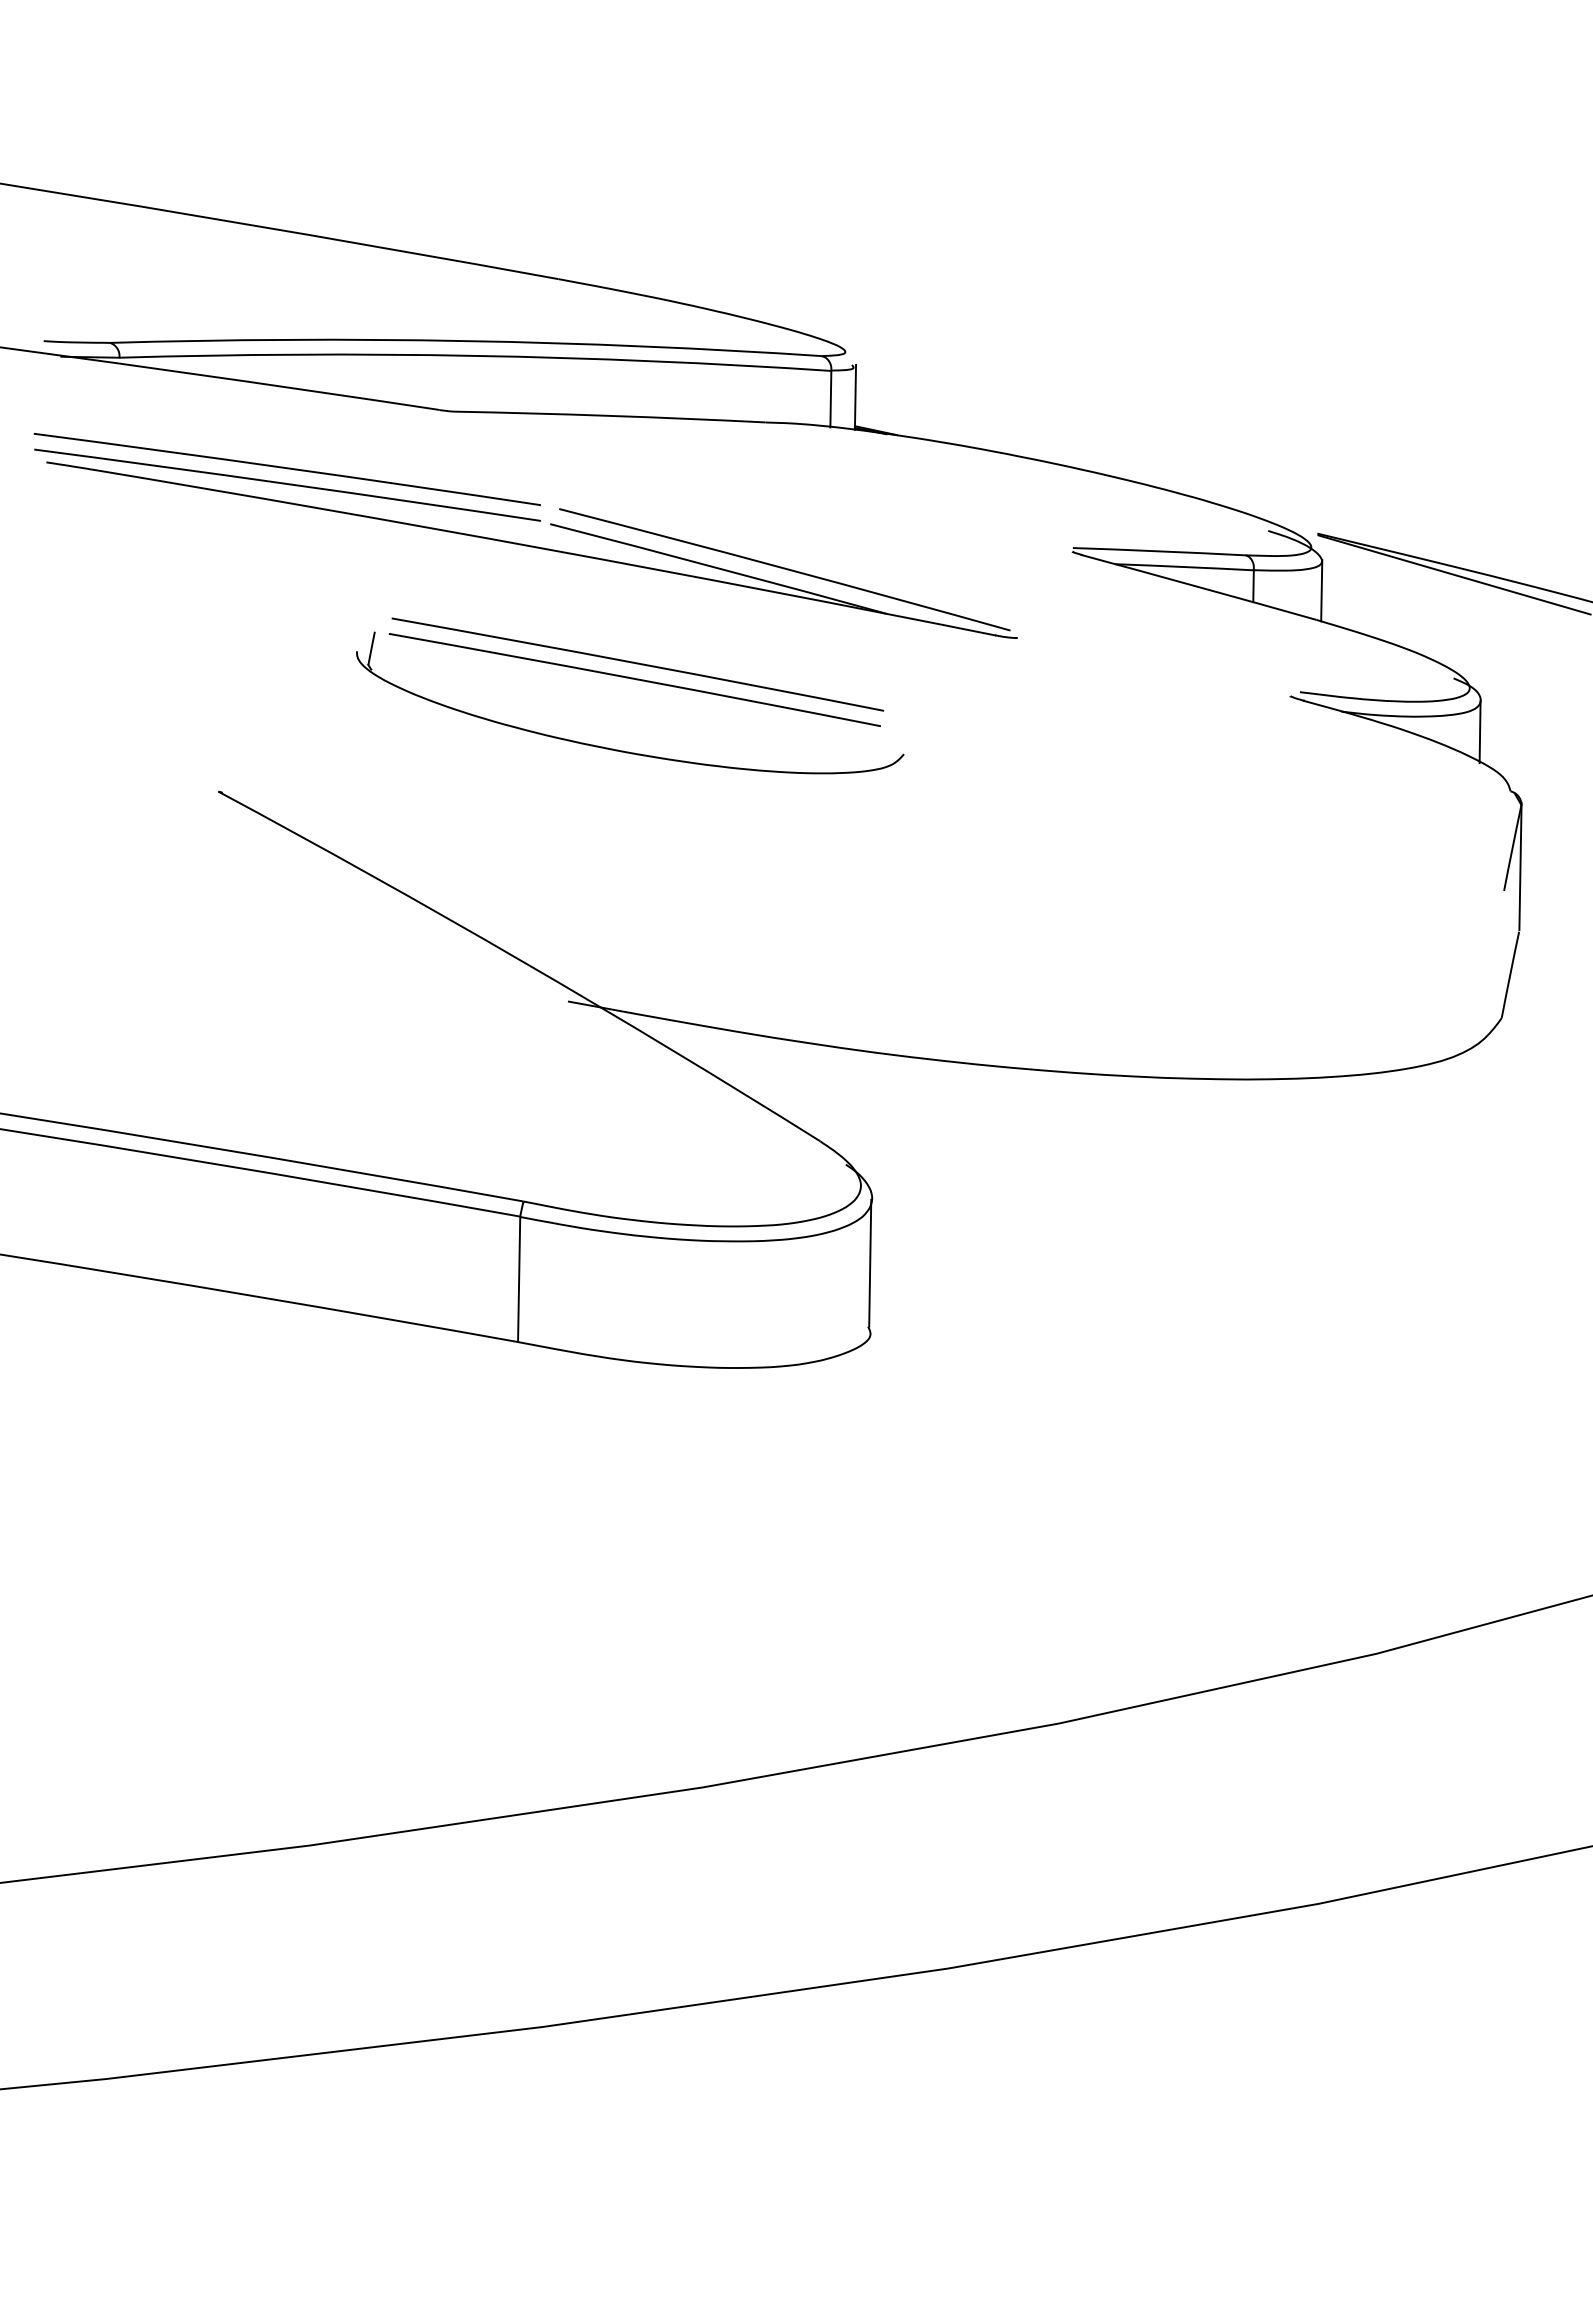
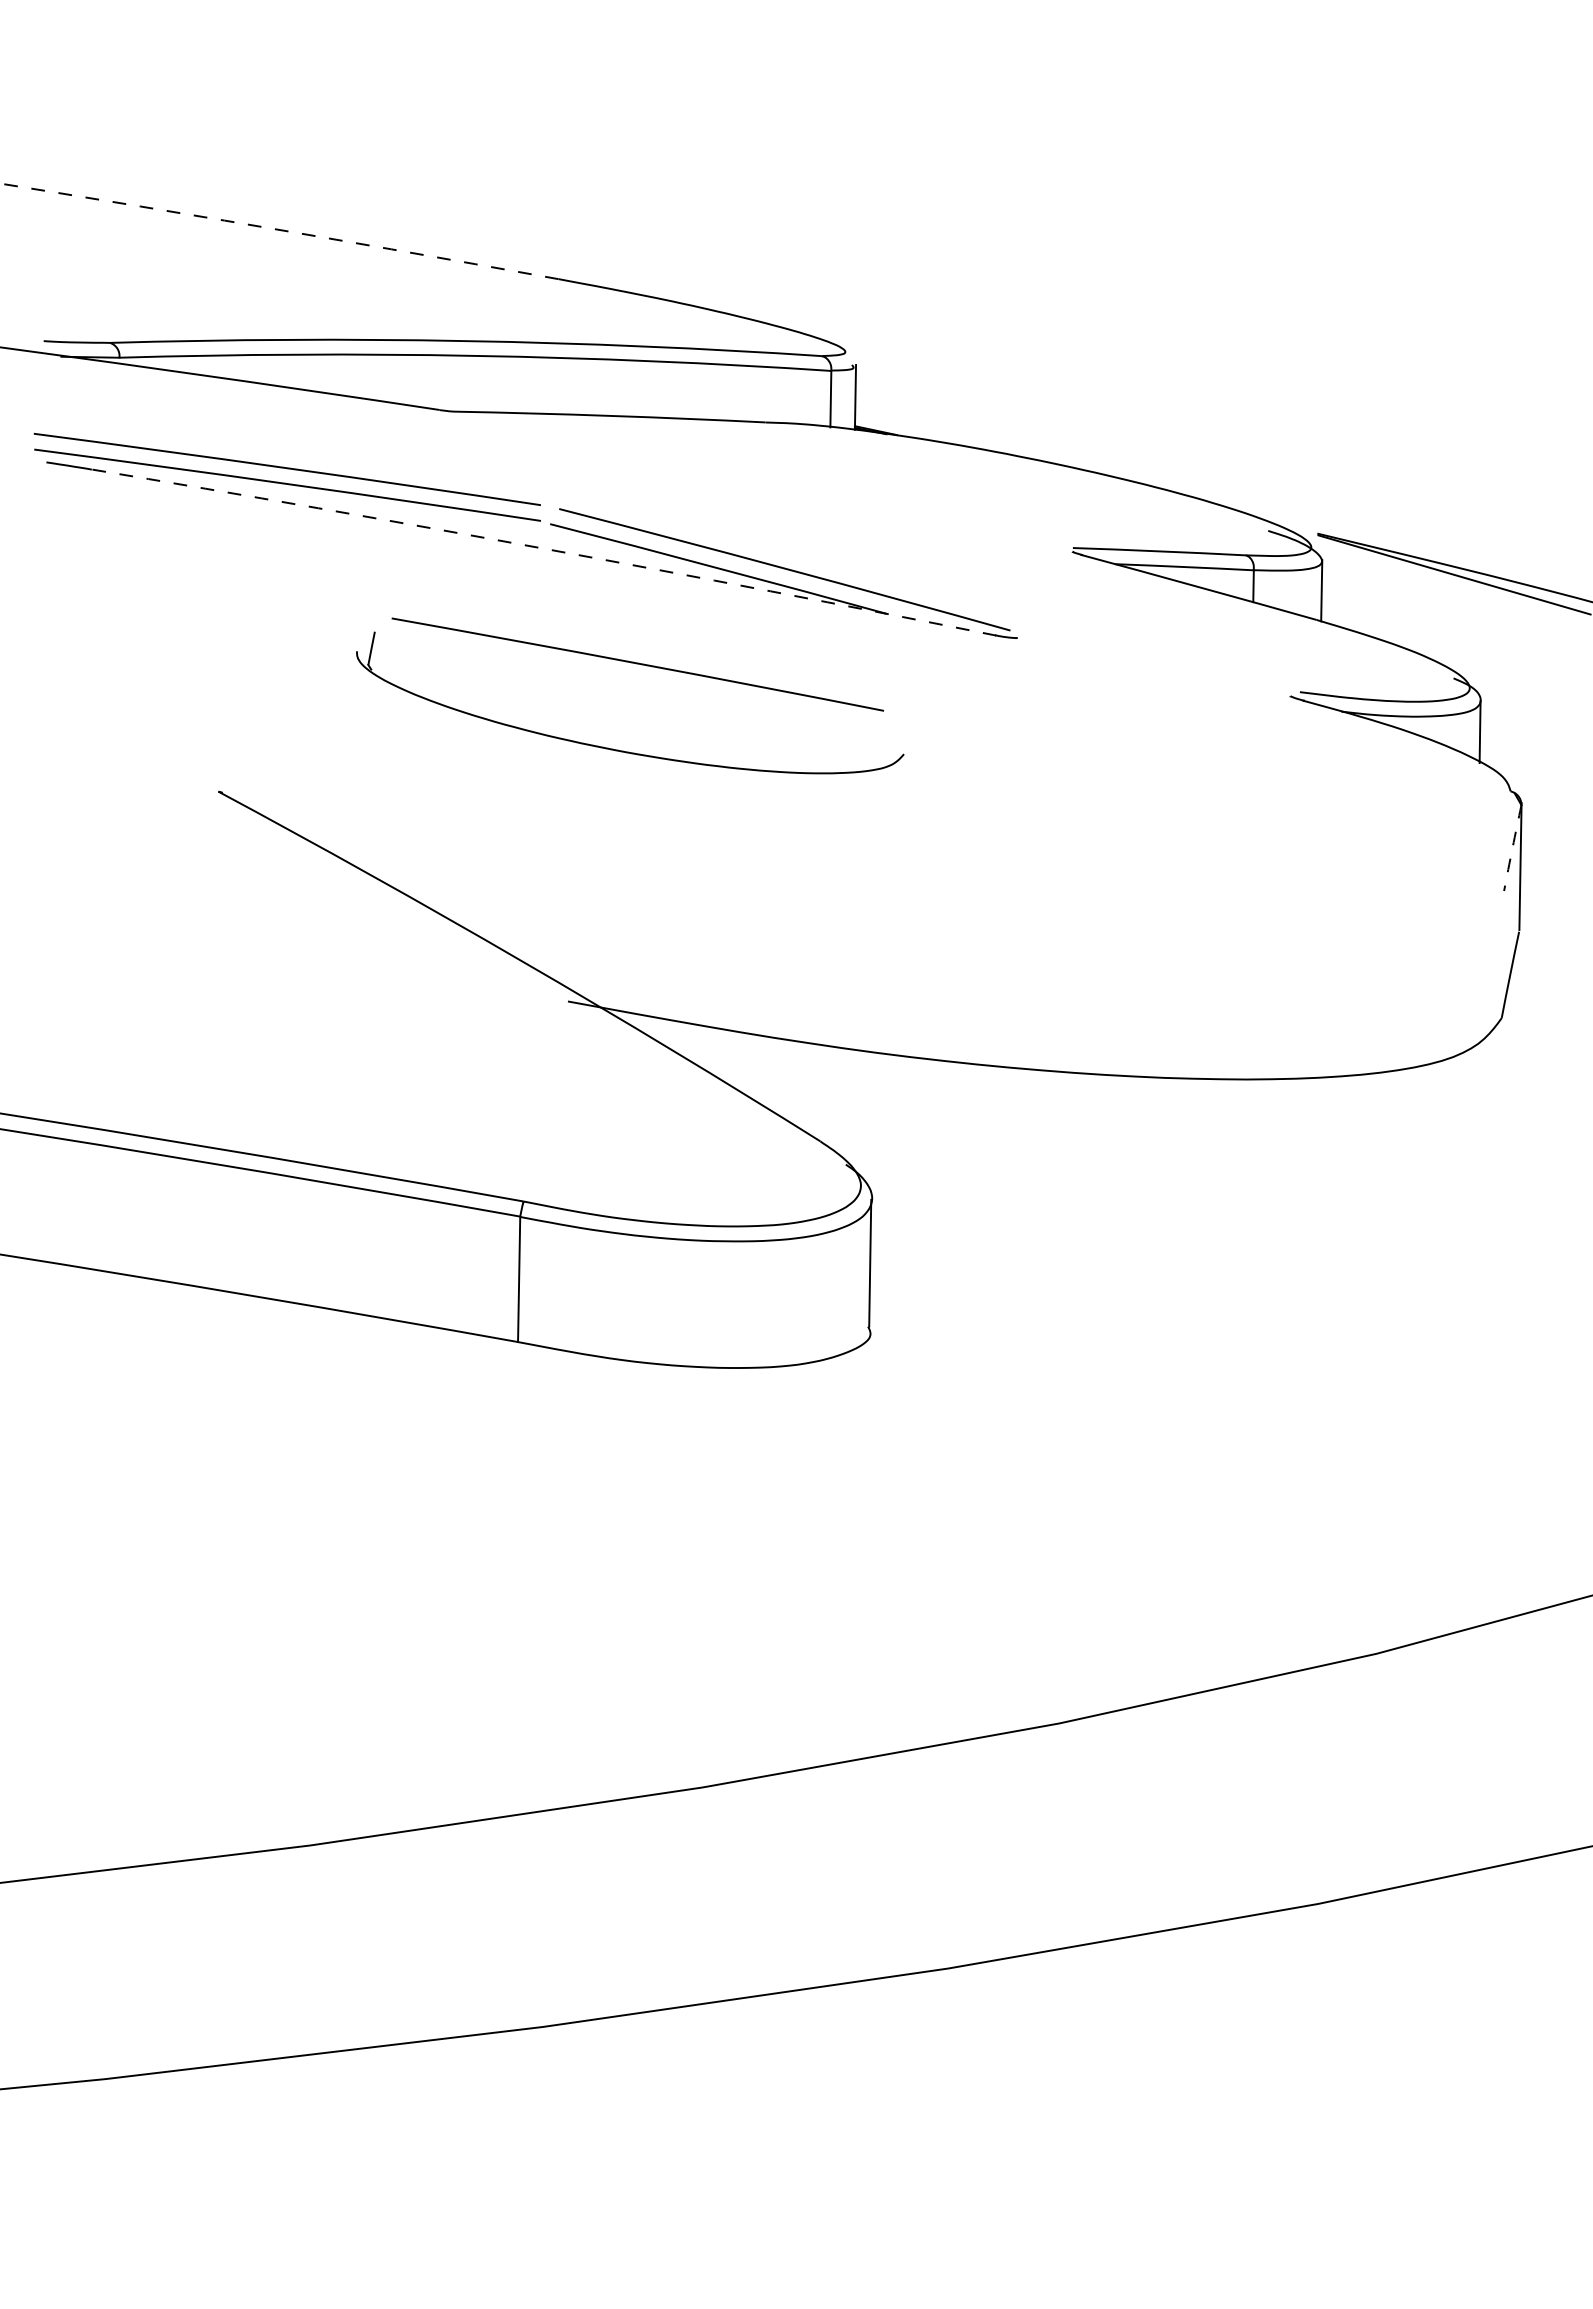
arc at (278, 229): solid -> dashed
arc at (544, 548): solid -> dashed
arc at (634, 679): present -> none
arc at (1512, 847): solid -> dashed
